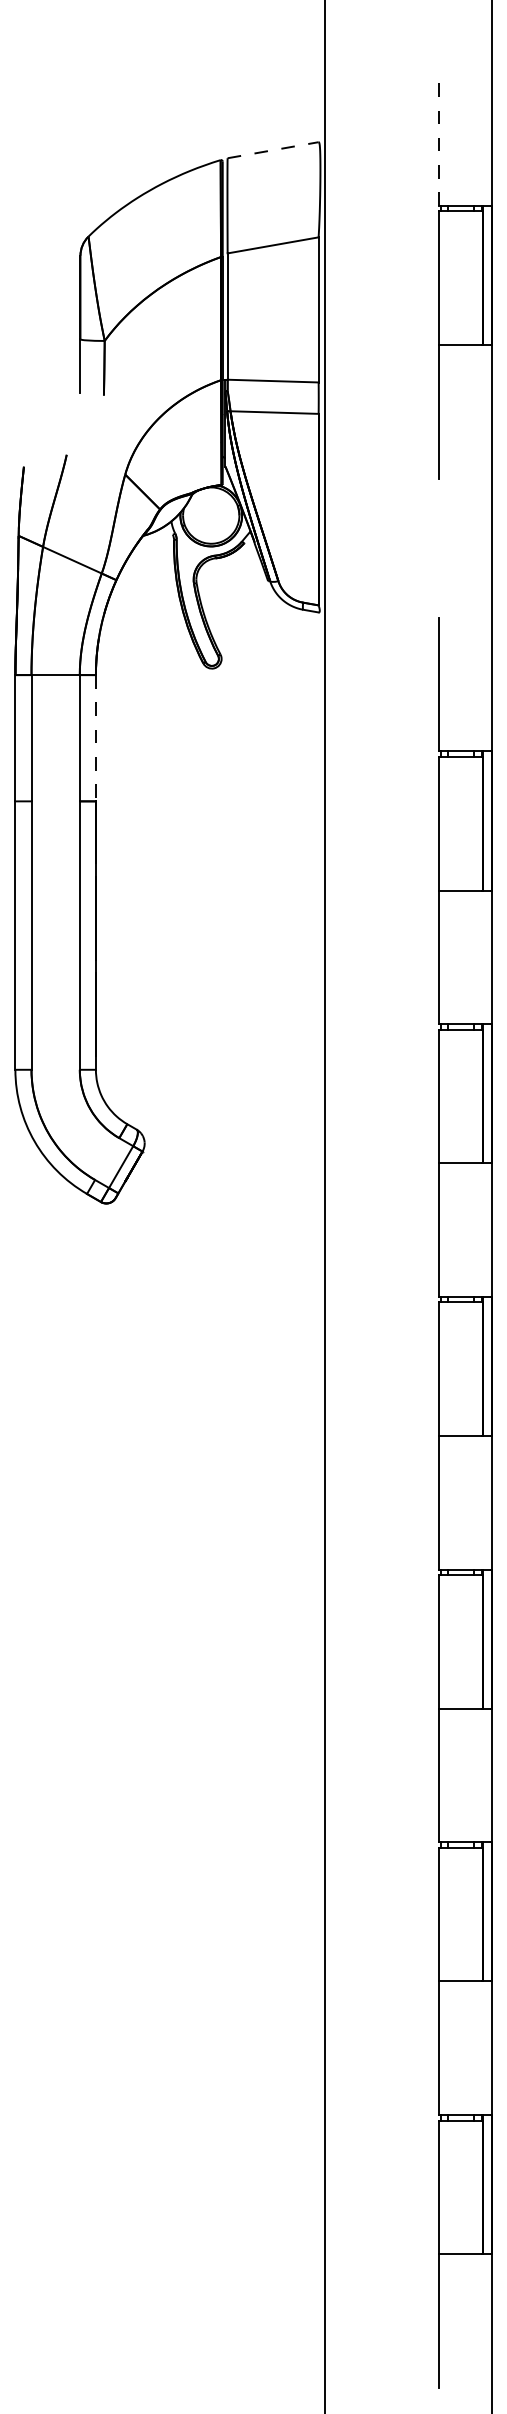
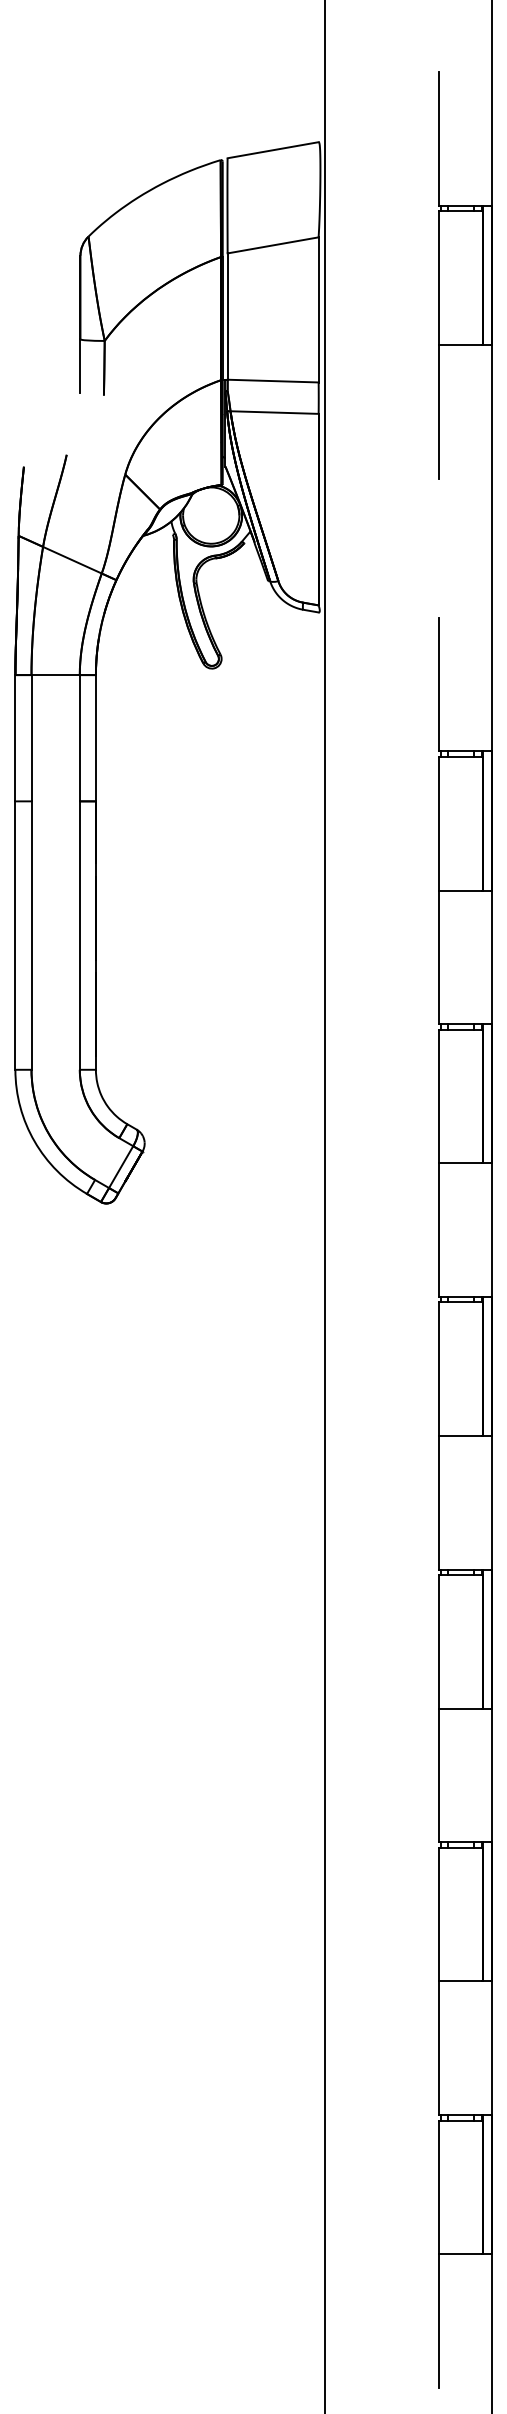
line at (438, 139): dashed -> solid
line at (273, 150): dashed -> solid
line at (95, 738): dashed -> solid
